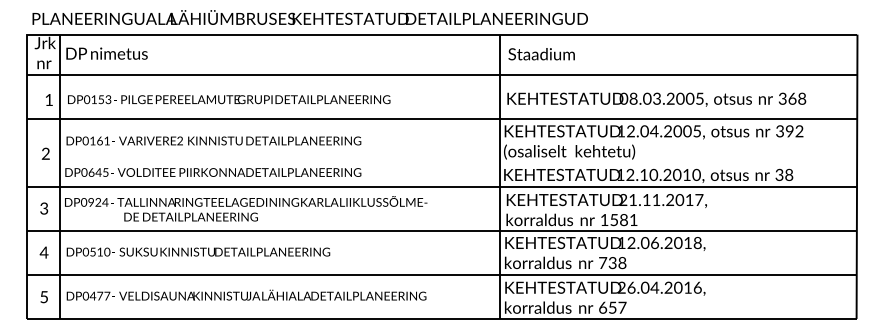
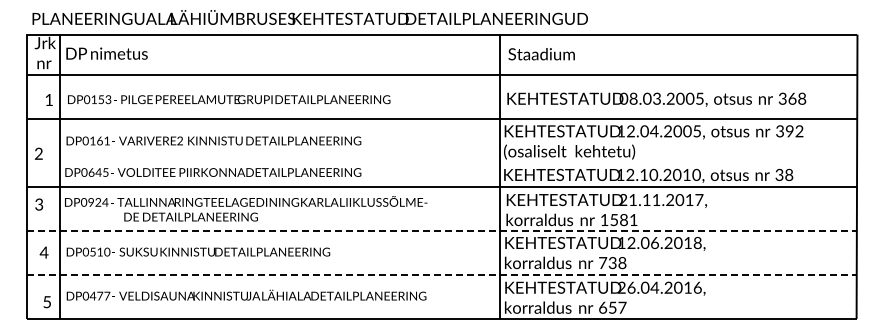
text at (45, 153) position: (45, 153) -> (38, 153)
text at (44, 208) position: (44, 208) -> (39, 204)
line at (442, 230): solid -> dashed
line at (442, 274): solid -> dashed
text at (43, 297) position: (43, 297) -> (46, 302)
